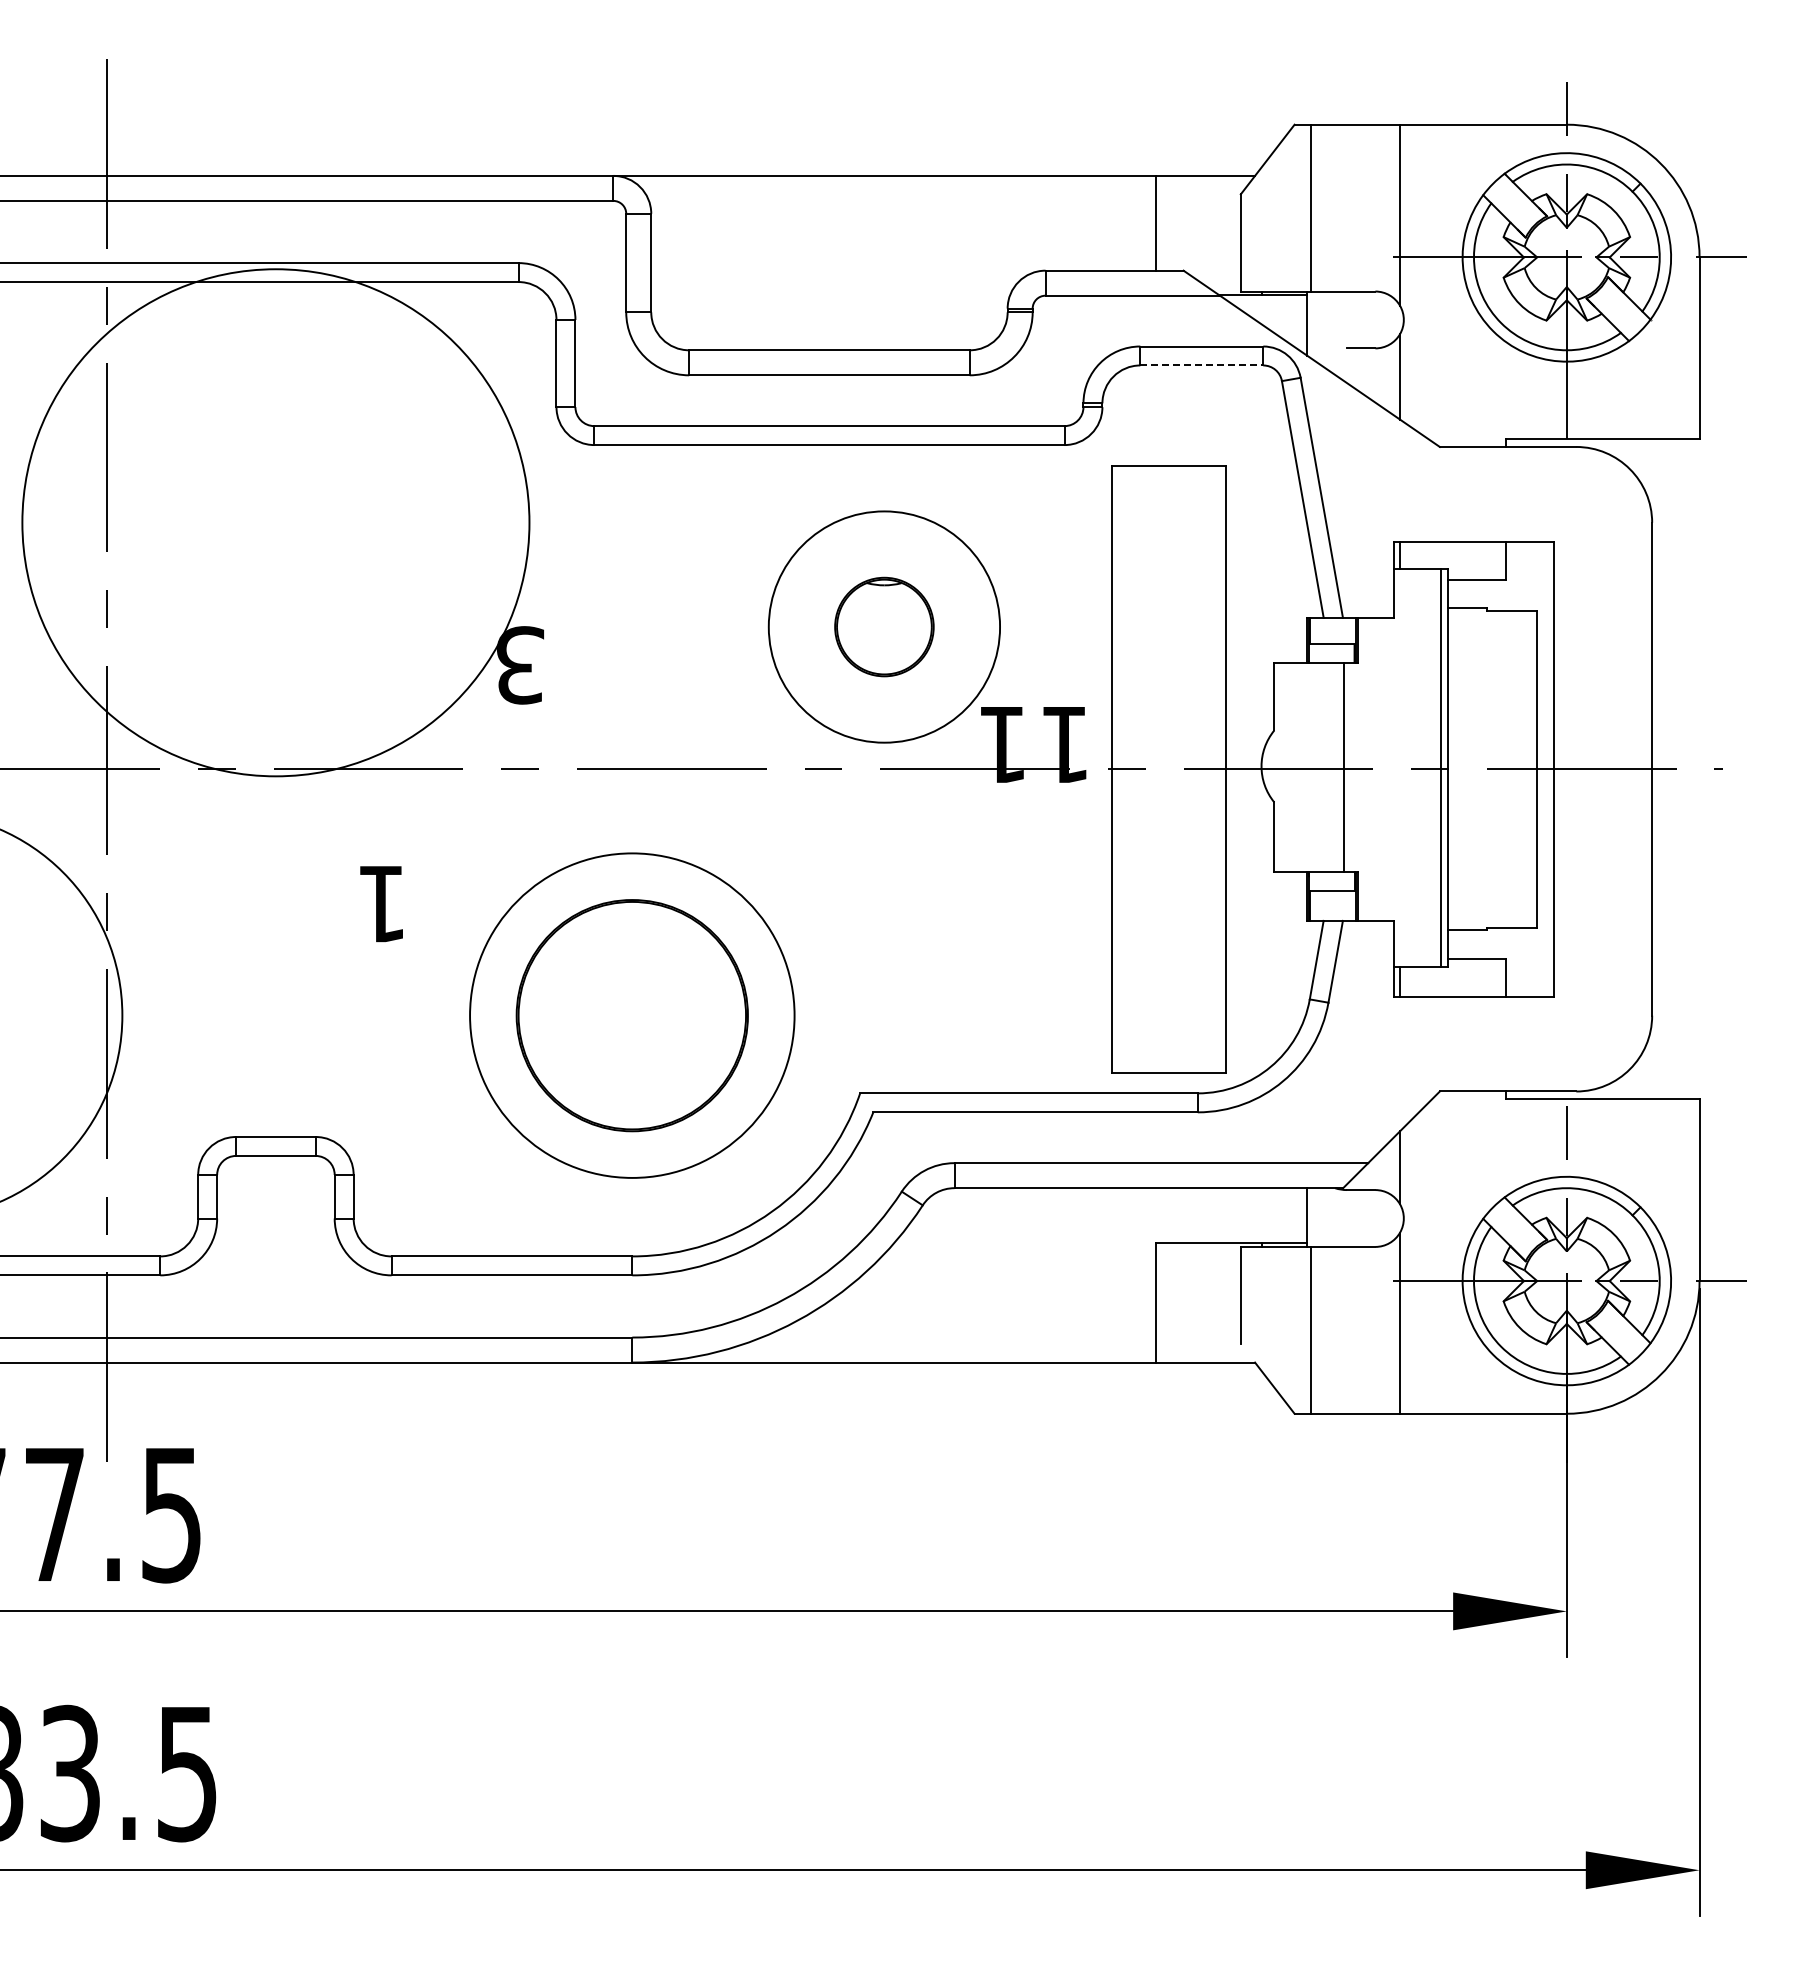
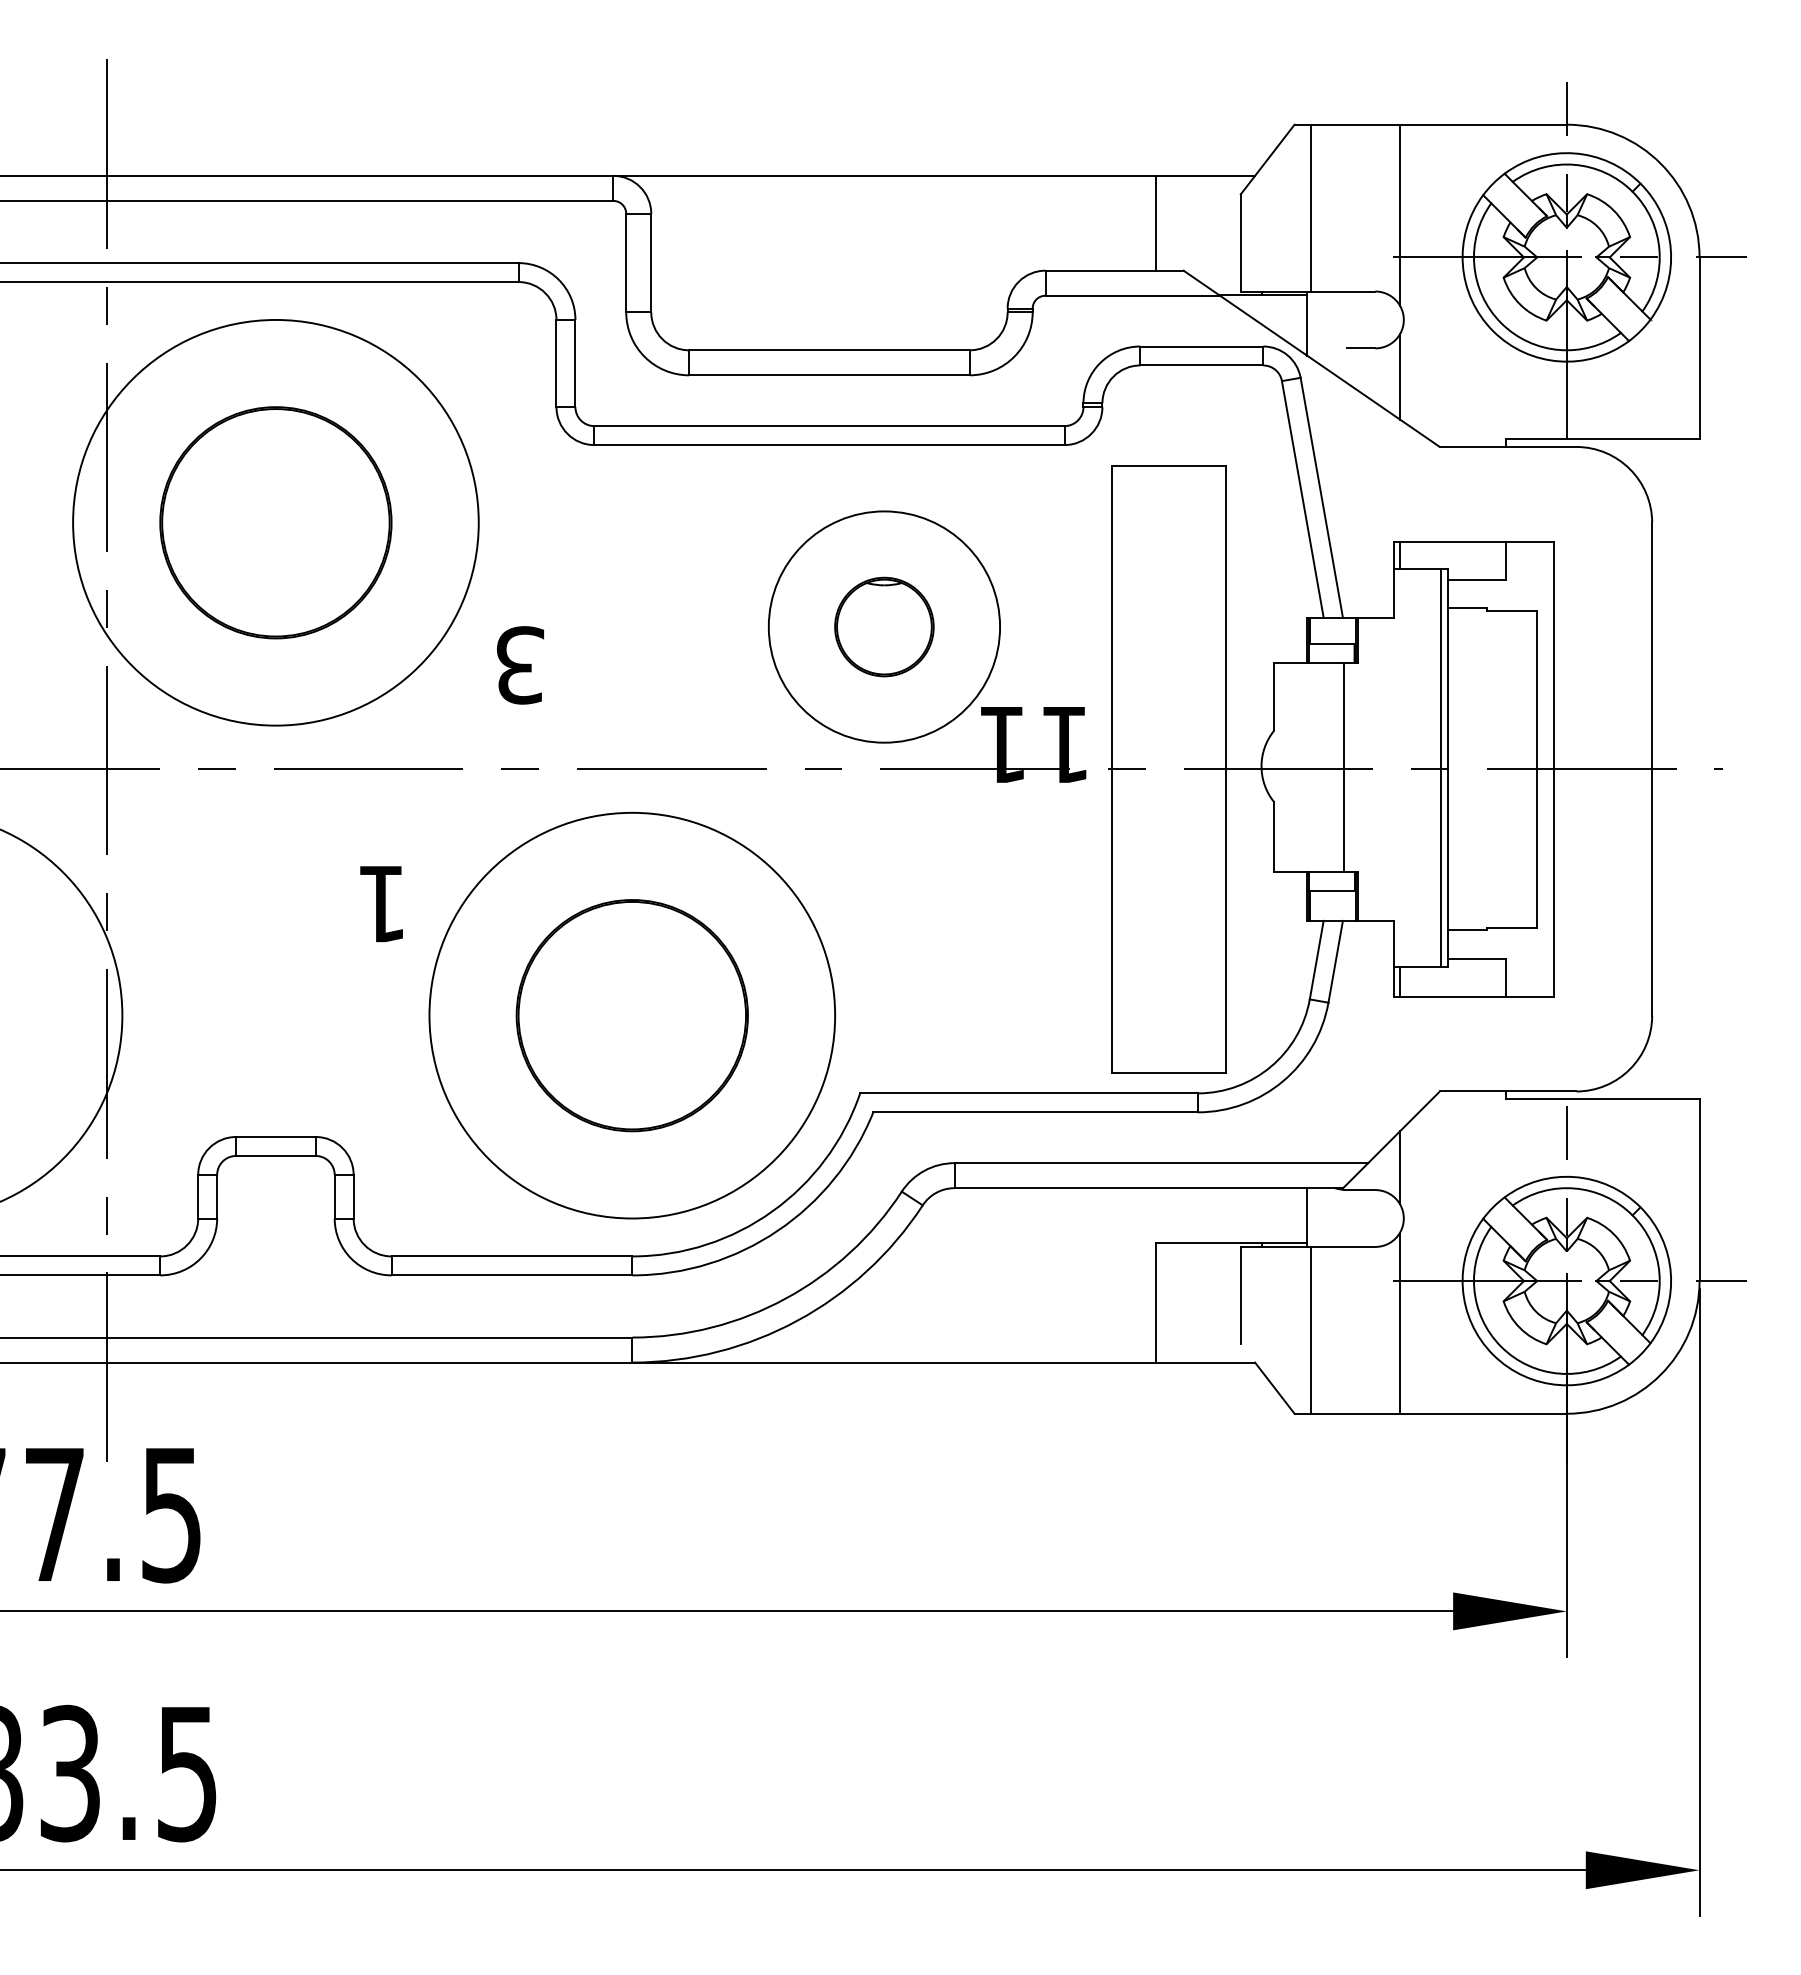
line at (1202, 365): dashed -> solid
circle at (275, 522) diameter: 507 px -> 406 px
part at (275, 522): none -> present
circle at (632, 1015) diameter: 325 px -> 406 px
